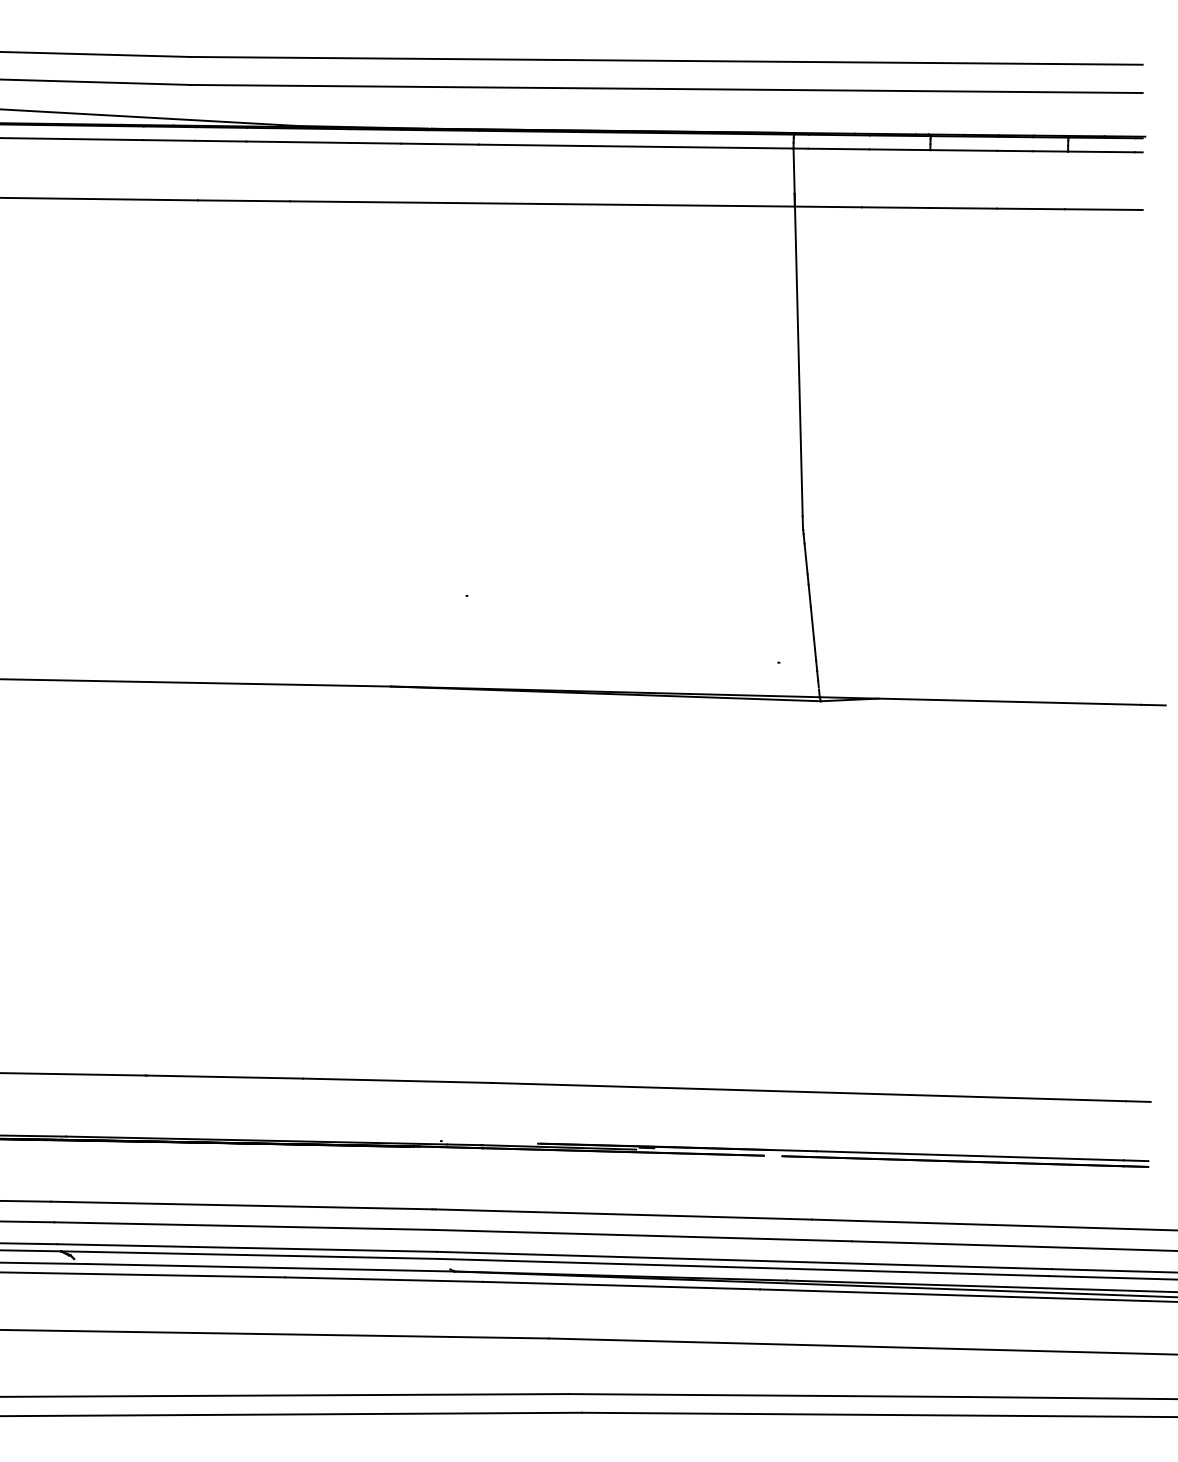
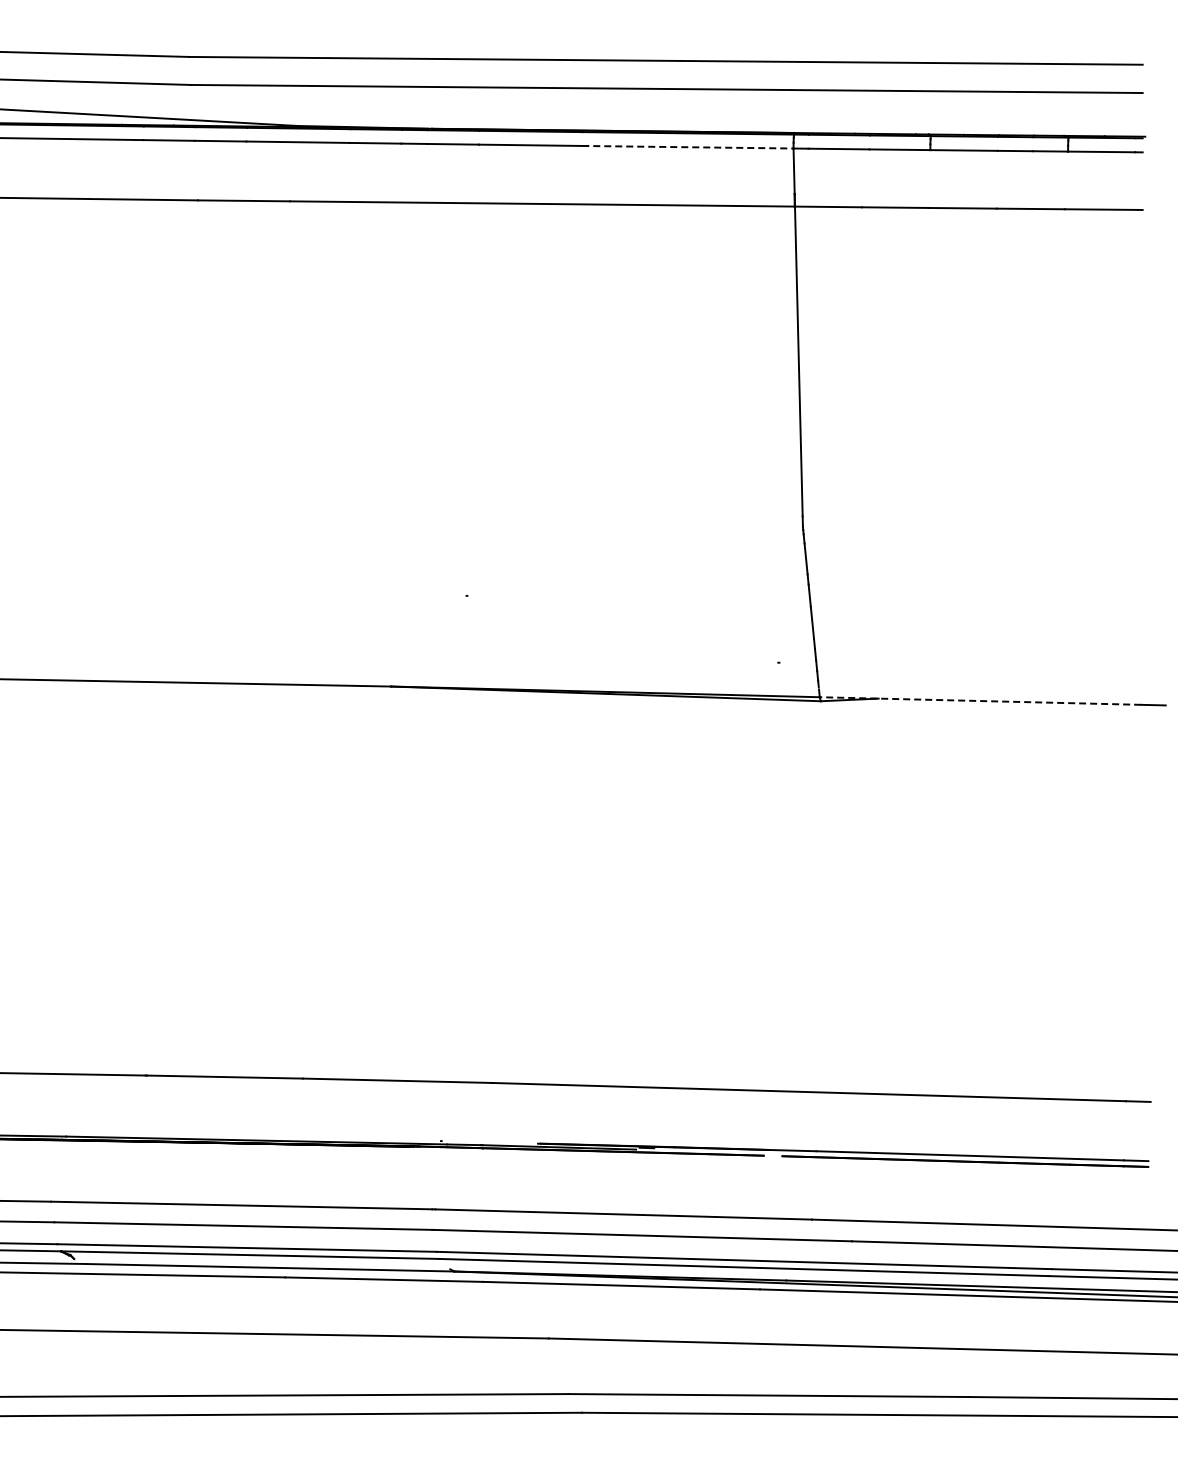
line at (687, 147): solid -> dashed
line at (980, 701): solid -> dashed
